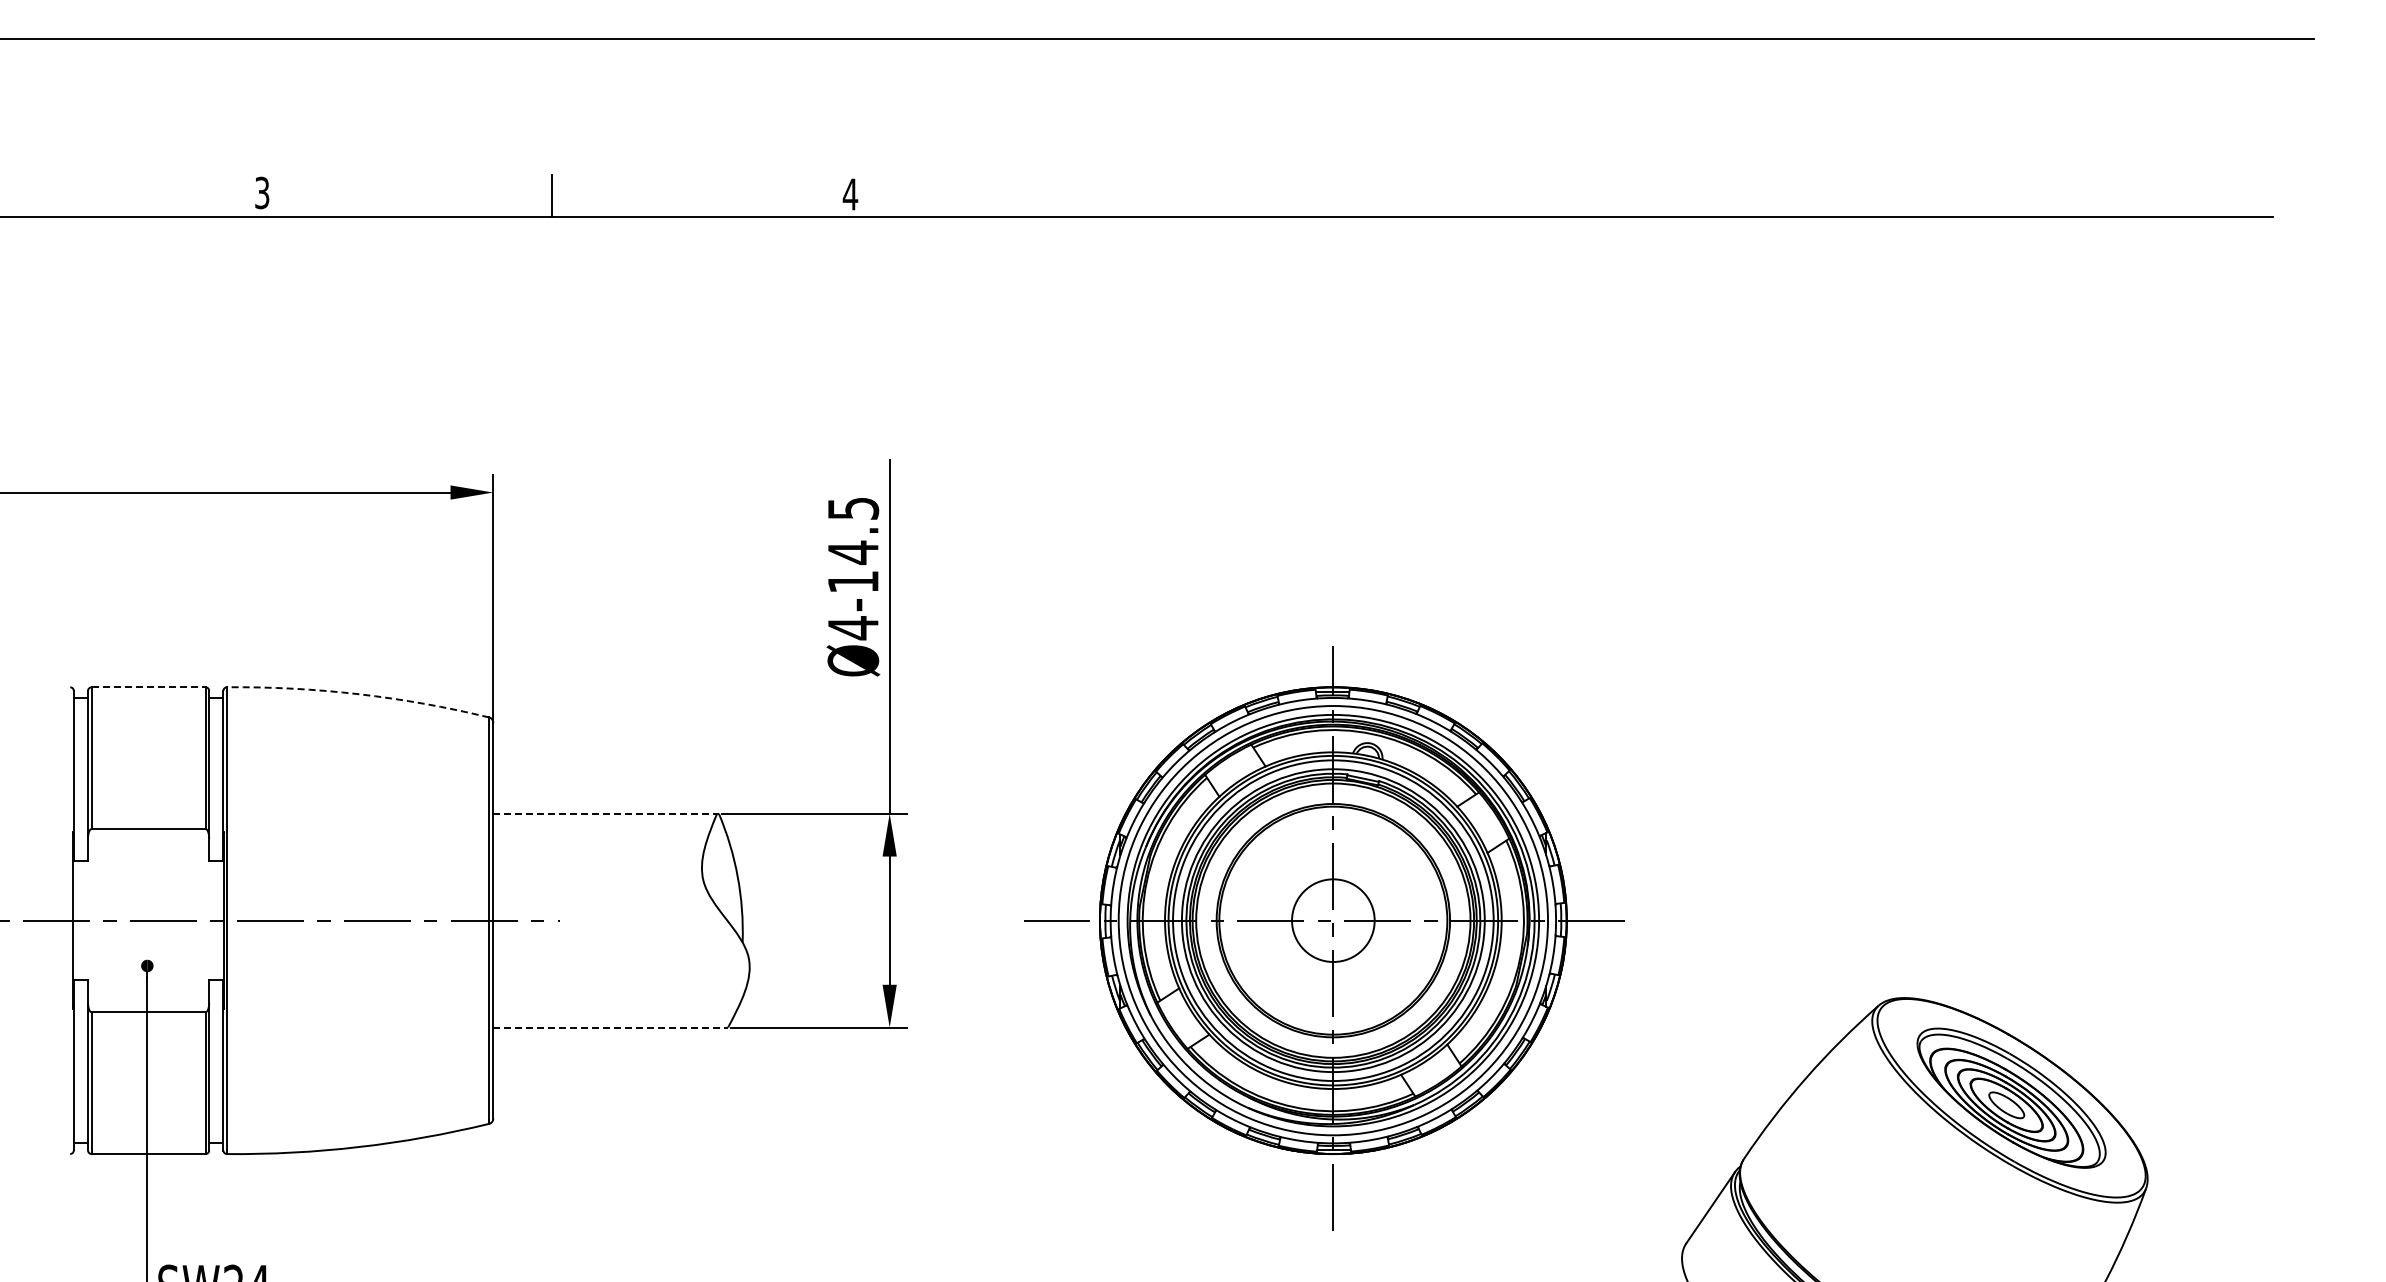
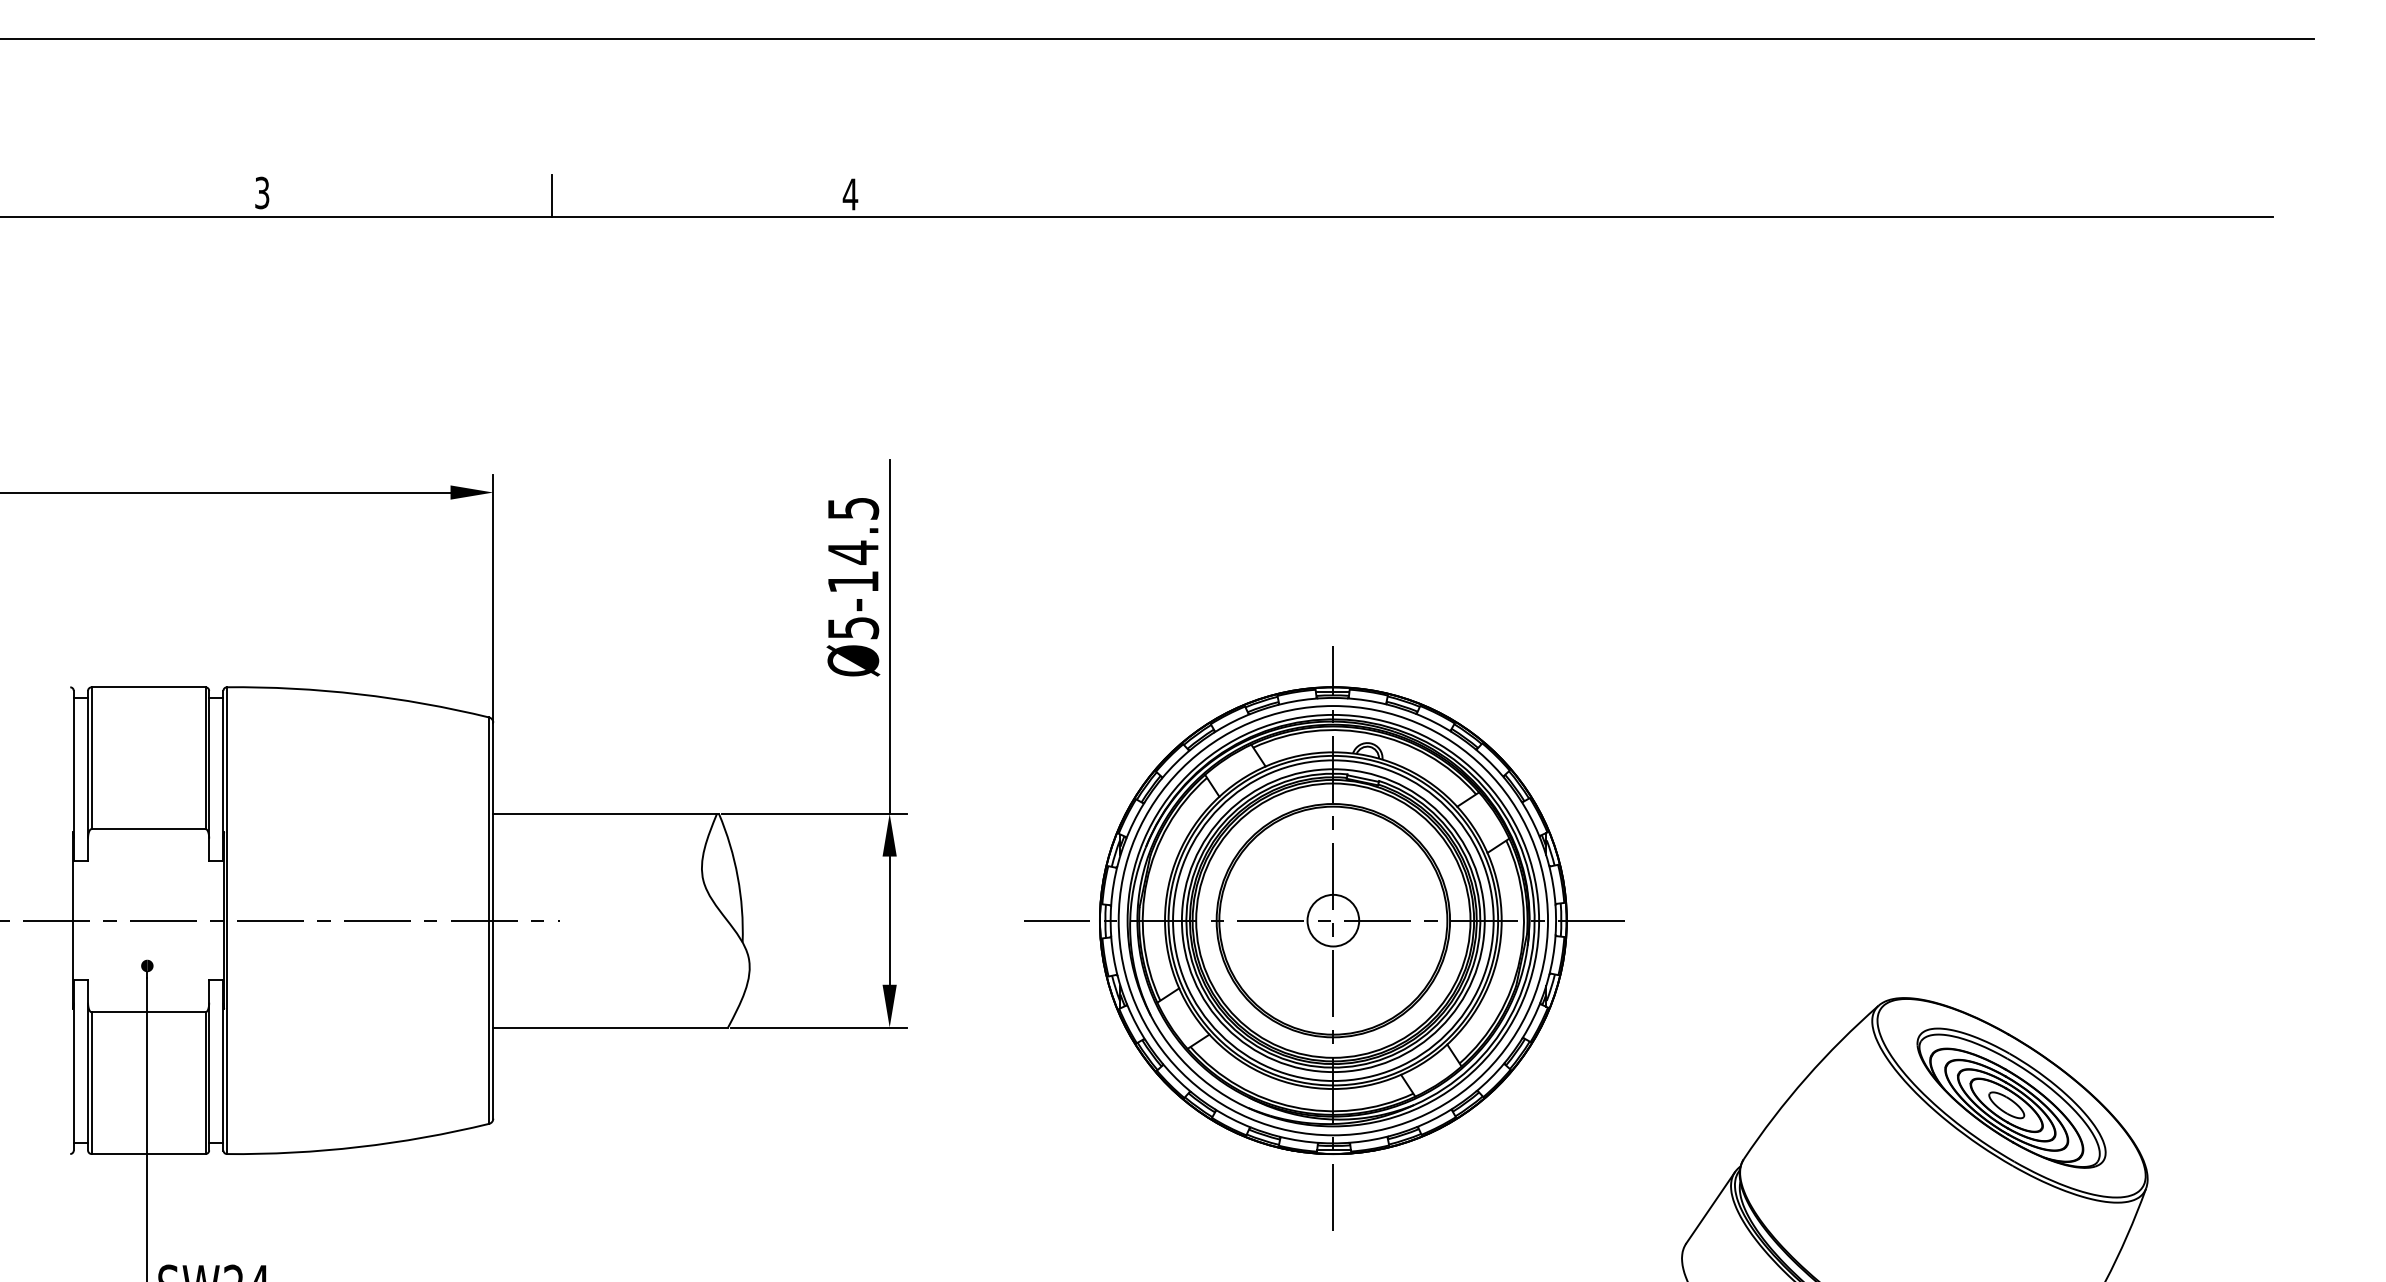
text at (853, 628): Ø4-14.5 -> Ø5-14.5
line at (149, 687): dashed -> solid
arc at (359, 694): dashed -> solid
line at (606, 813): dashed -> solid
circle at (1333, 920) diameter: 83 px -> 52 px
line at (611, 1027): dashed -> solid
